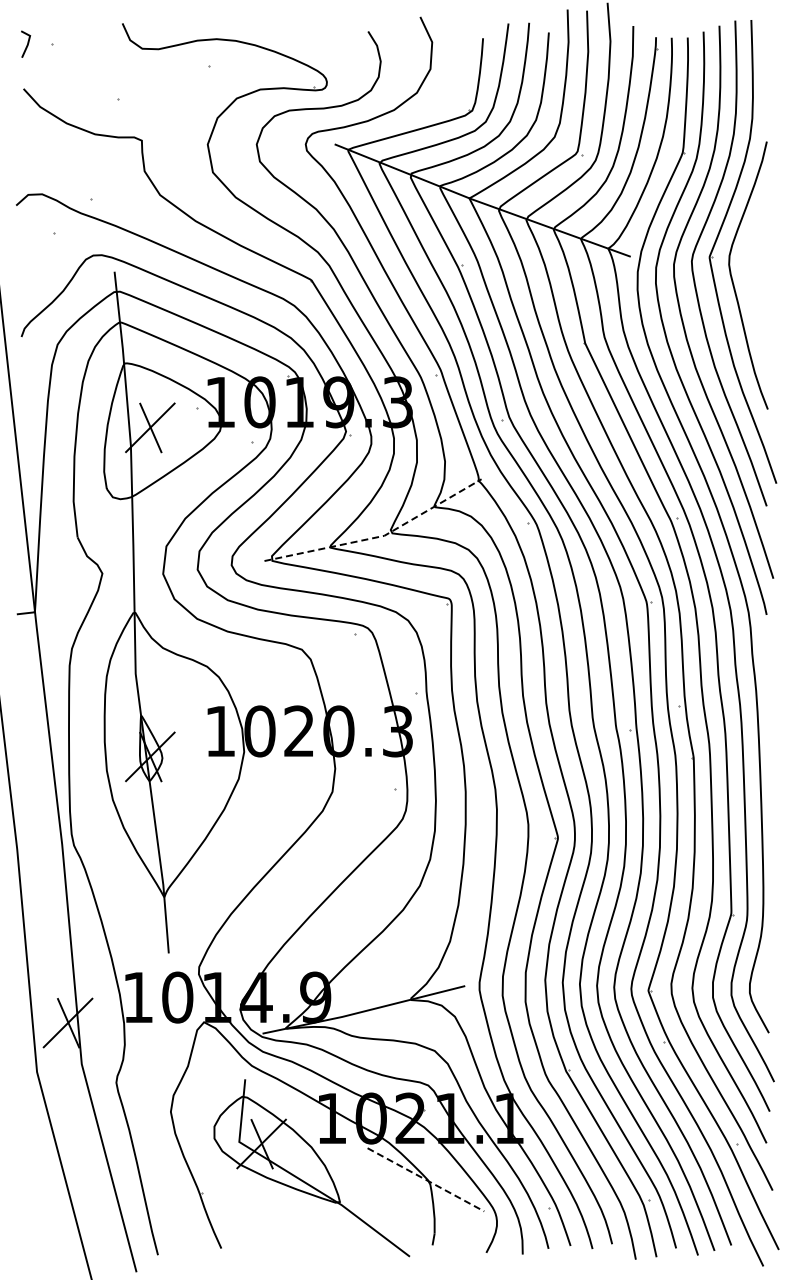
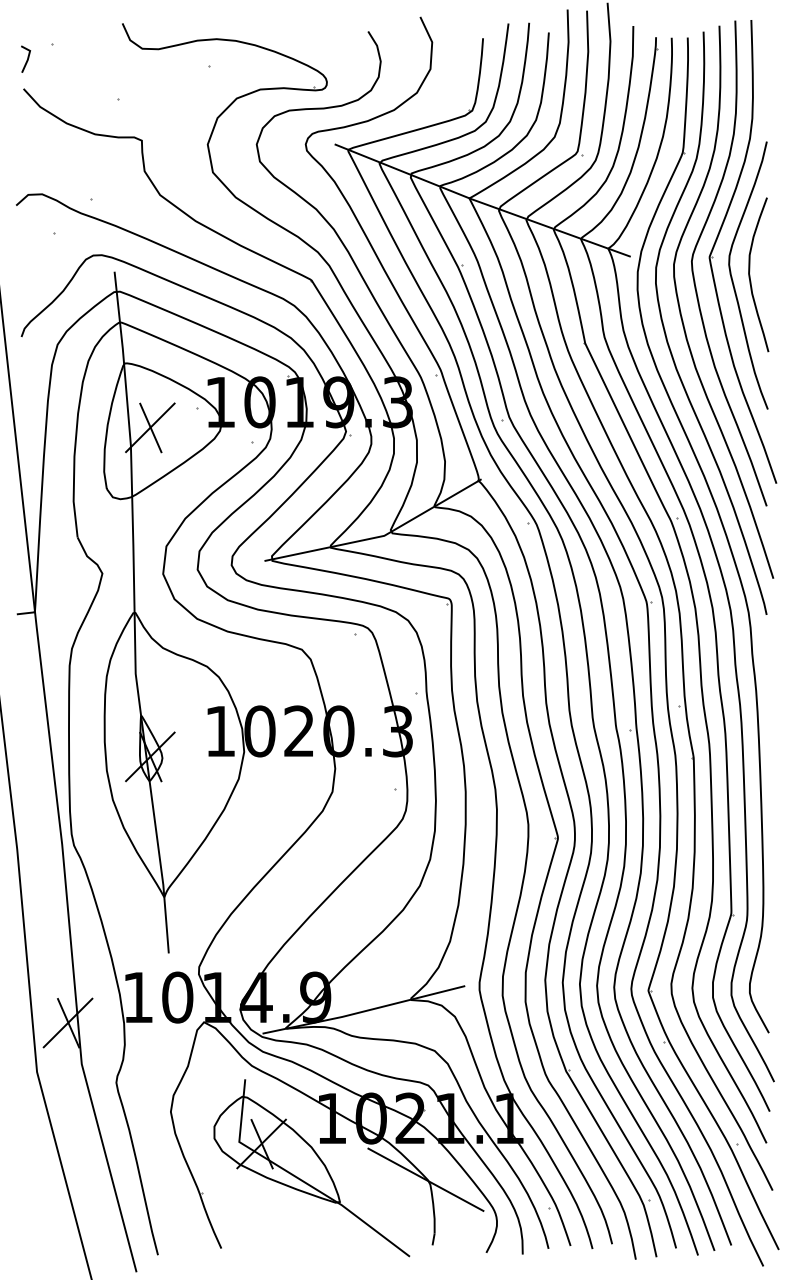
line at (27, 43) position: (27, 43) -> (27, 58)
curve at (750, 274): none -> present
line at (380, 536): dashed -> solid
line at (426, 1180): dashed -> solid
